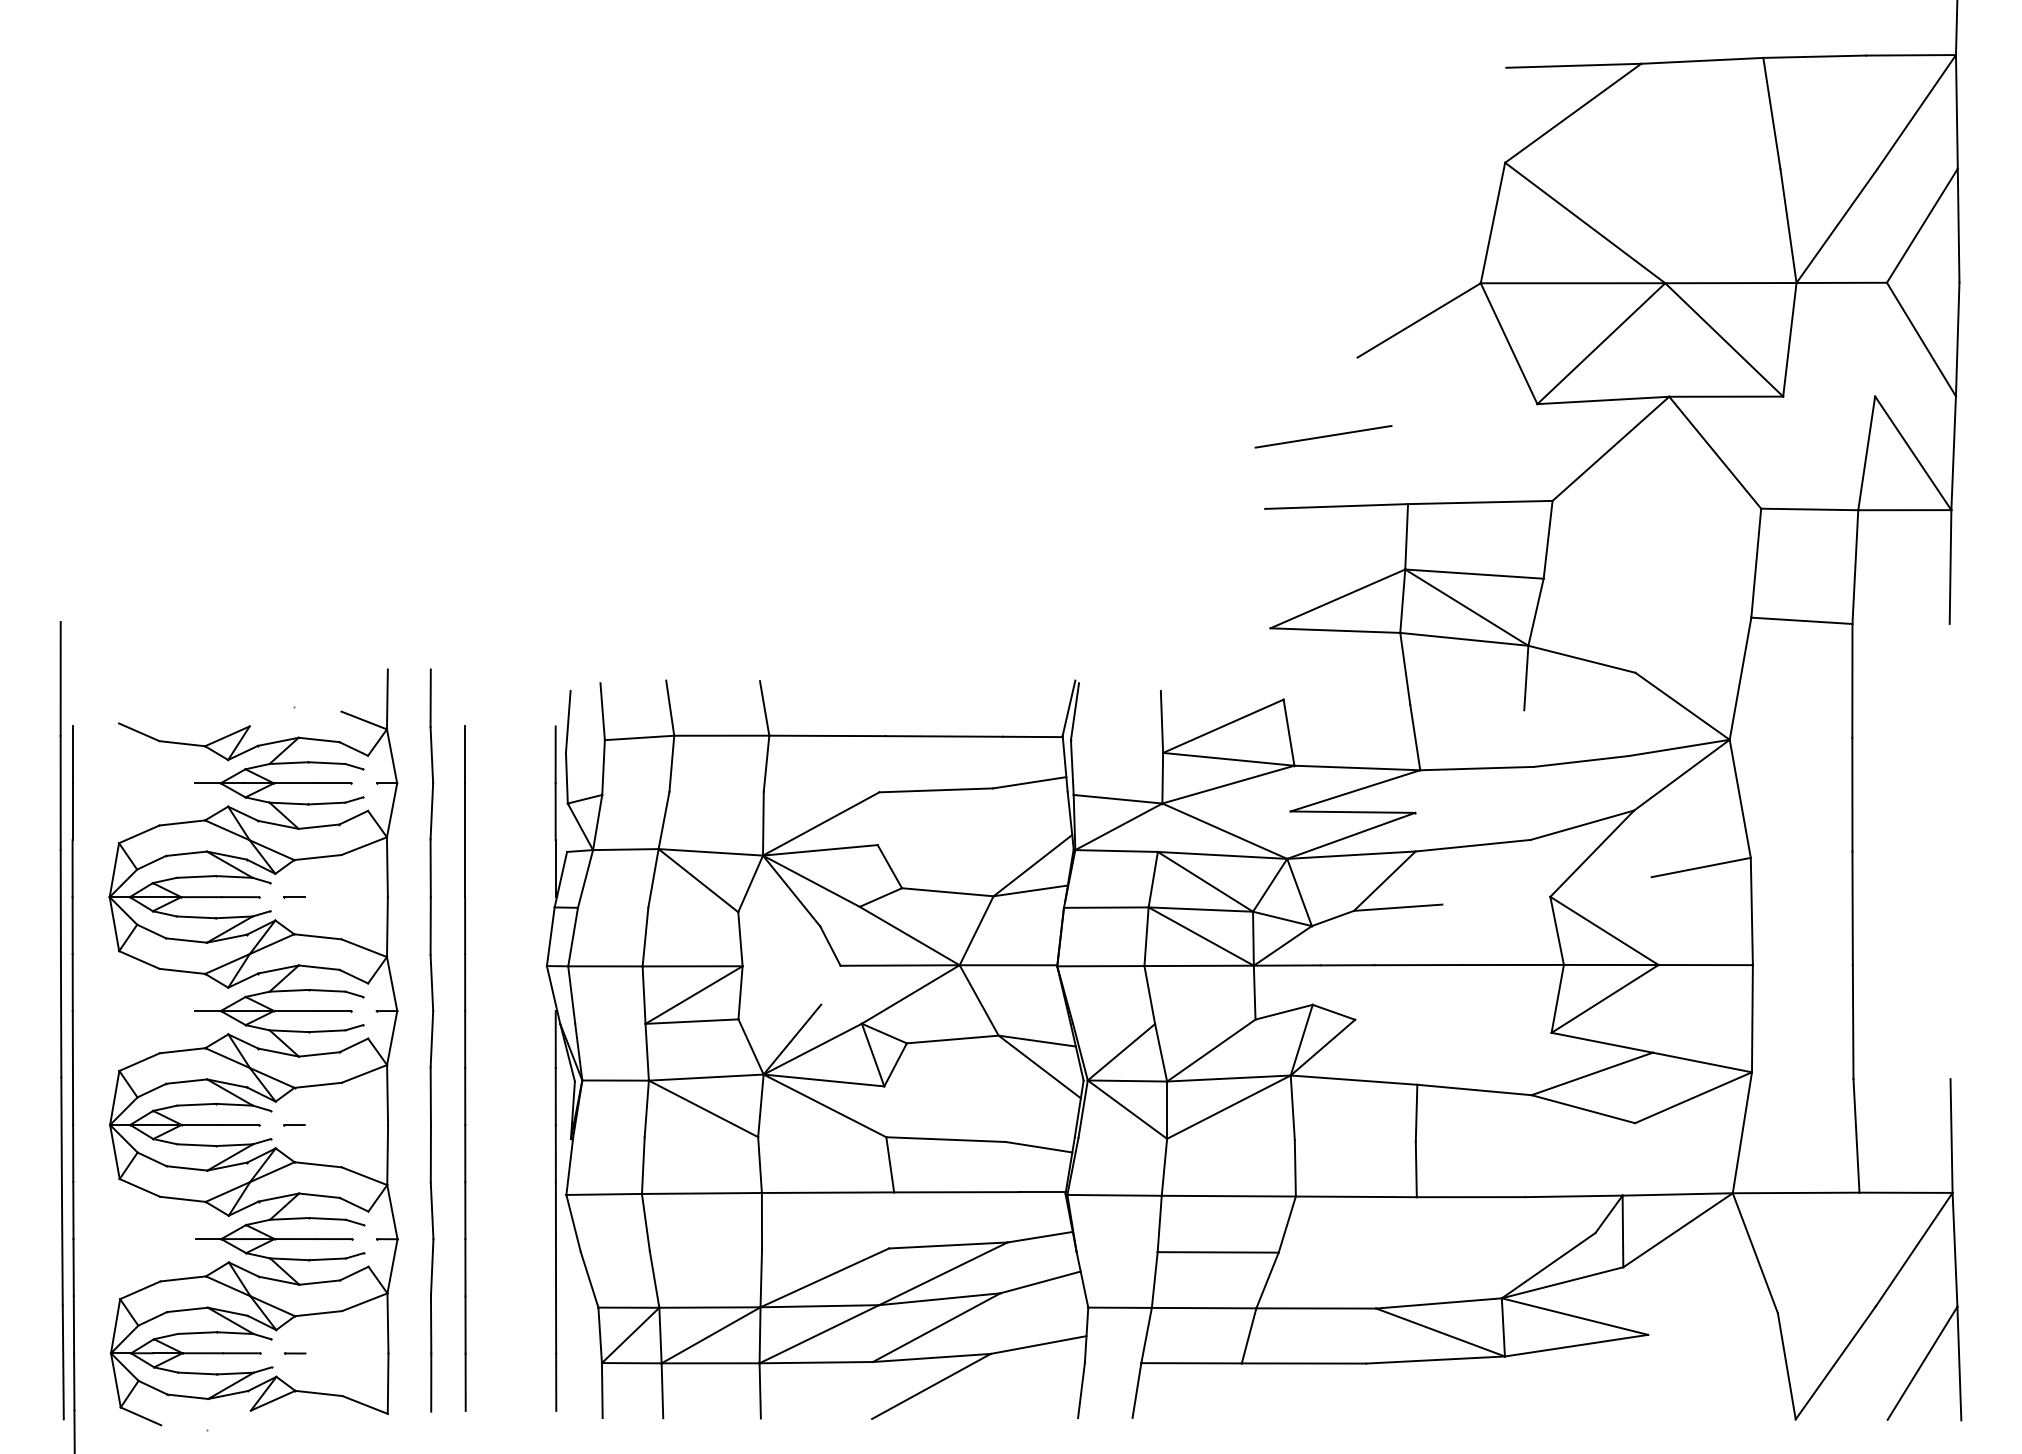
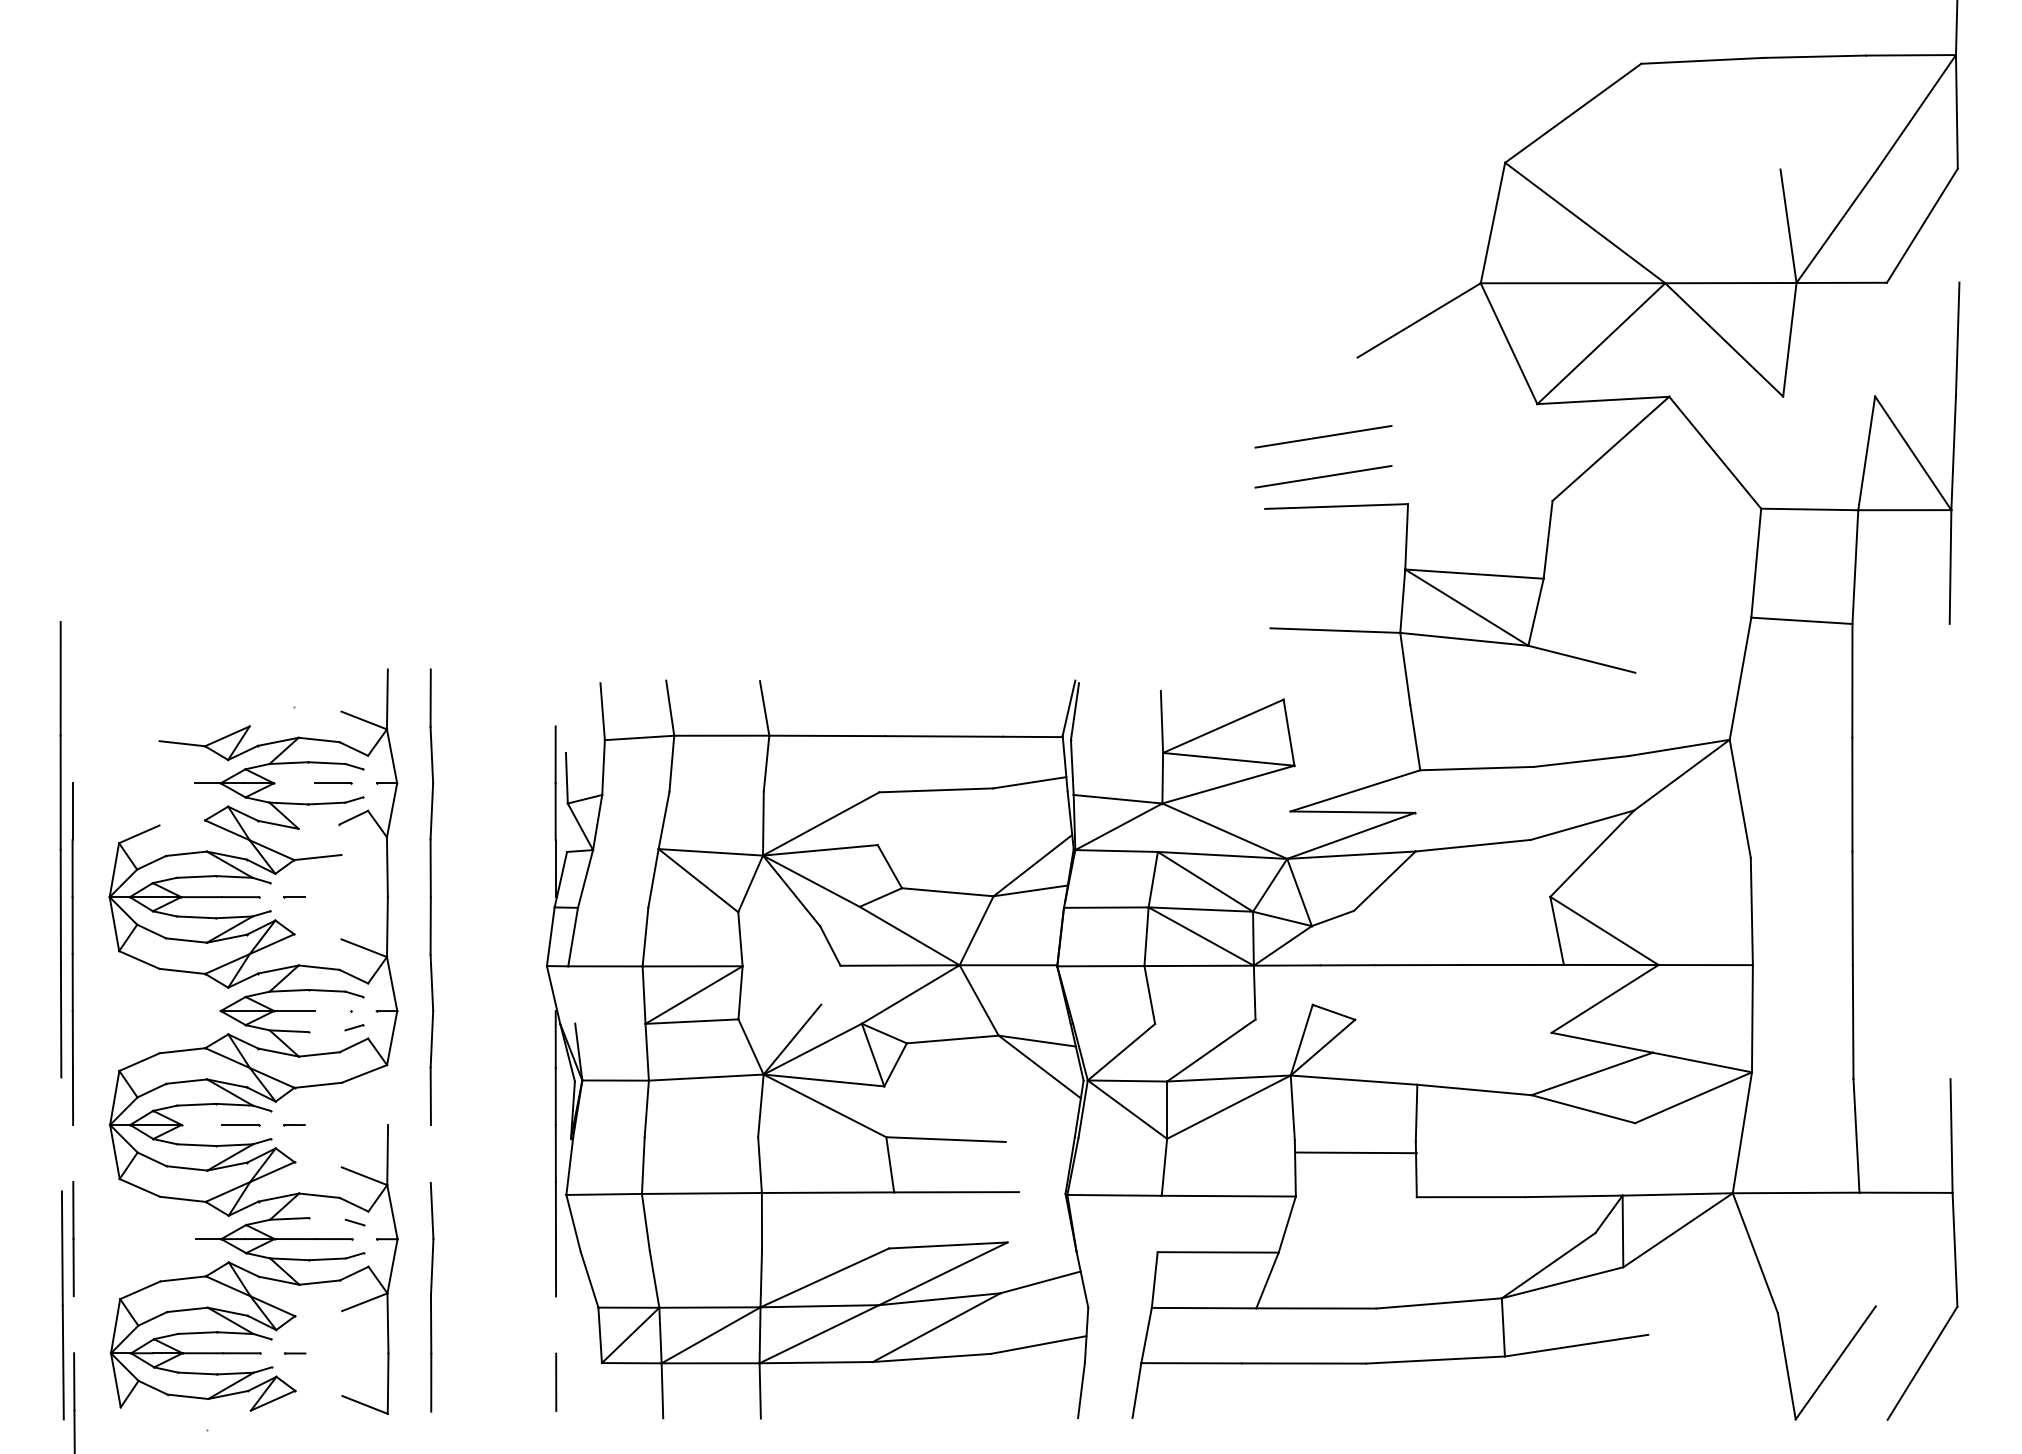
line at (1573, 65): present -> none
line at (1771, 113): present -> none
line at (1958, 225): present -> none
line at (1920, 339): present -> none
line at (1726, 396): present -> none
line at (1323, 476): none -> present
line at (1480, 502): present -> none
line at (1337, 598): present -> none
line at (1526, 677): present -> none
line at (1682, 705): present -> none
line at (567, 721): present -> none
line at (139, 732): present -> none
line at (72, 754): present -> none
line at (1357, 767): present -> none
line at (293, 783): present -> none
line at (182, 822): present -> none
line at (318, 826): present -> none
line at (363, 846): present -> none
line at (625, 849): present -> none
line at (1700, 867): present -> none
line at (1398, 907): present -> none
line at (317, 936): present -> none
line at (571, 994): present -> none
line at (1557, 998): present -> none
line at (207, 1011): present -> none
line at (332, 1011): present -> none
line at (1283, 1011): present -> none
line at (326, 1031): present -> none
line at (1161, 1052): present -> none
line at (465, 1068): present -> none
line at (387, 1095): present -> none
line at (703, 1108): present -> none
line at (201, 1124): present -> none
line at (61, 1134): present -> none
line at (1038, 1146): present -> none
line at (73, 1153): present -> none
line at (430, 1153): present -> none
line at (317, 1164): present -> none
line at (1041, 1192): present -> none
line at (1355, 1196) position: (1355, 1196) -> (1355, 1152)
line at (326, 1218): present -> none
line at (1159, 1223): present -> none
line at (1039, 1236): present -> none
line at (1913, 1249): present -> none
line at (1119, 1307): present -> none
line at (318, 1313): present -> none
line at (1574, 1316): present -> none
line at (73, 1324): present -> none
line at (556, 1324): present -> none
line at (1440, 1332): present -> none
line at (1248, 1335): present -> none
line at (1959, 1363): present -> none
line at (931, 1386): present -> none
line at (601, 1390): present -> none
line at (318, 1393): present -> none
line at (140, 1416): present -> none
